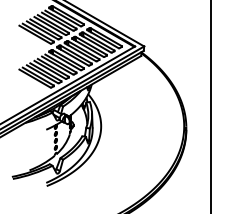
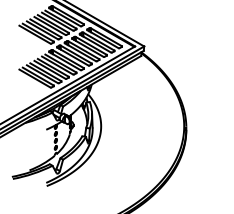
line at (211, 106): present -> none
